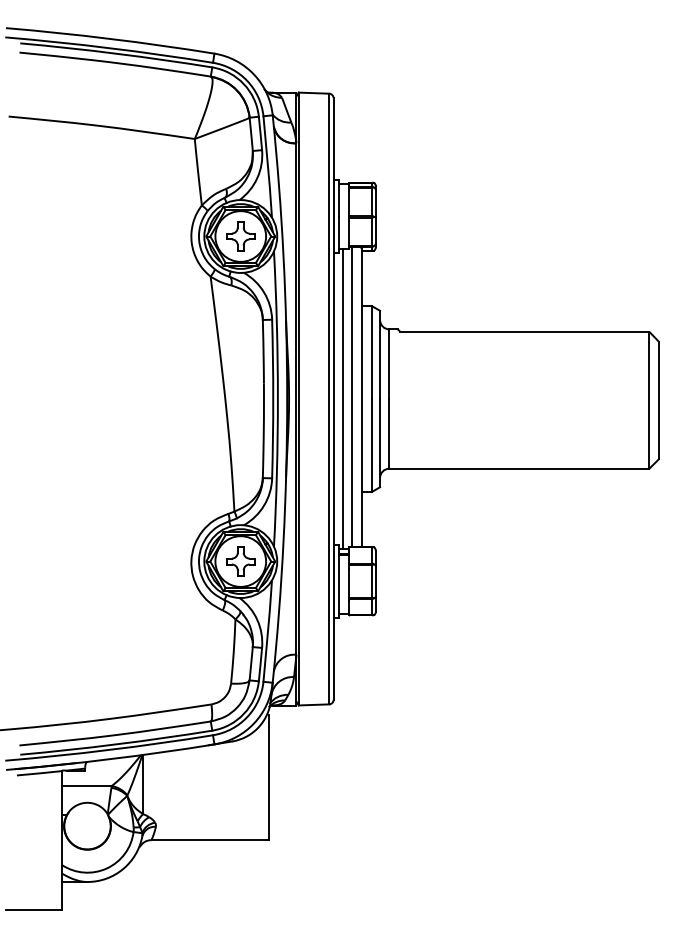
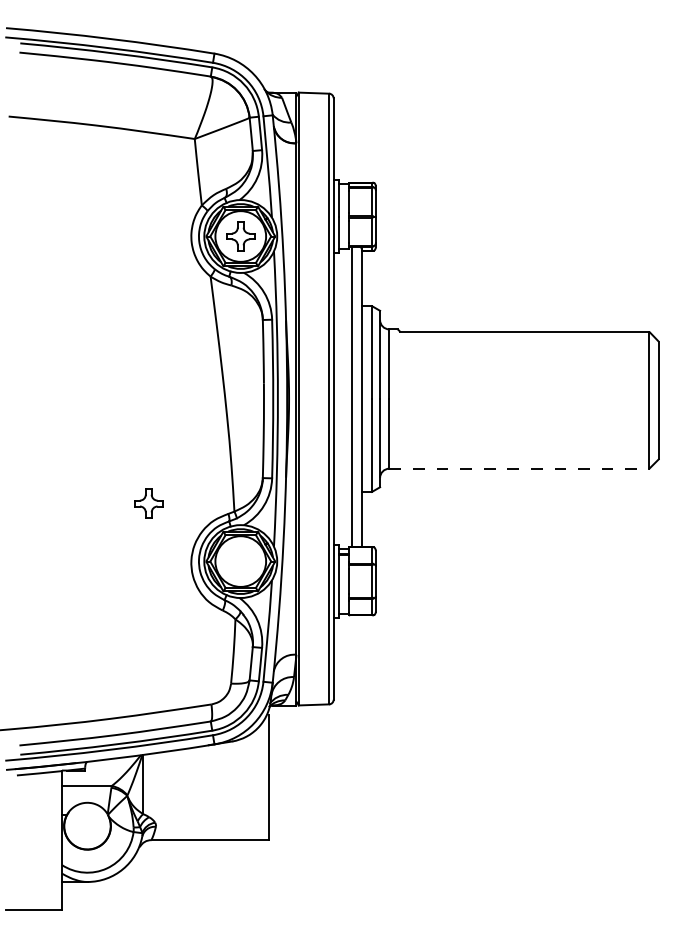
line at (342, 398): present -> none
line at (519, 468): solid -> dashed
part at (240, 561) position: (240, 561) -> (148, 503)
